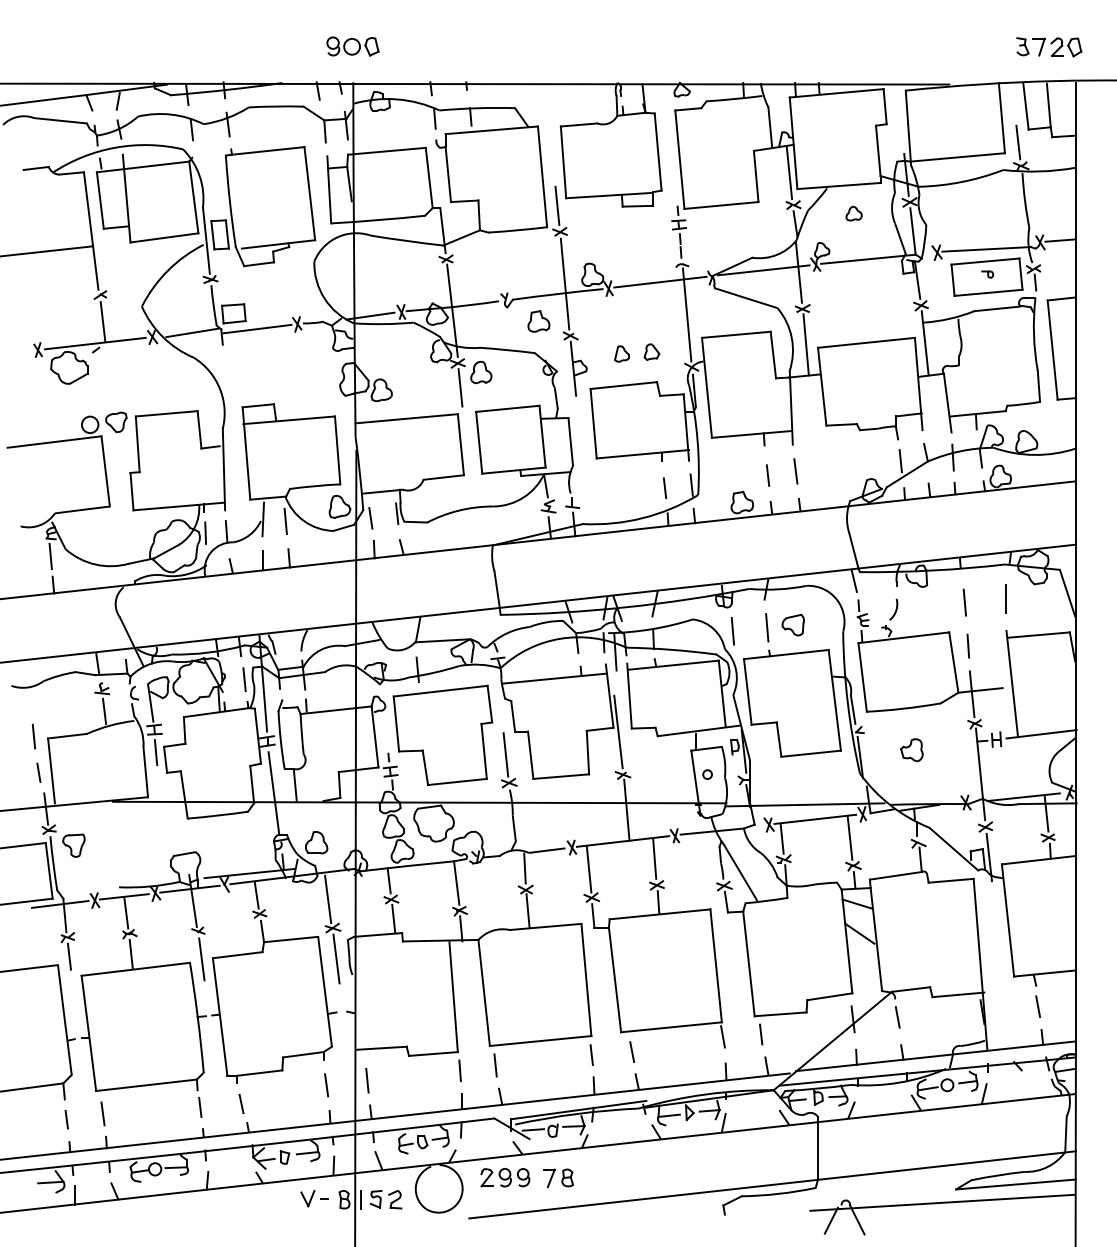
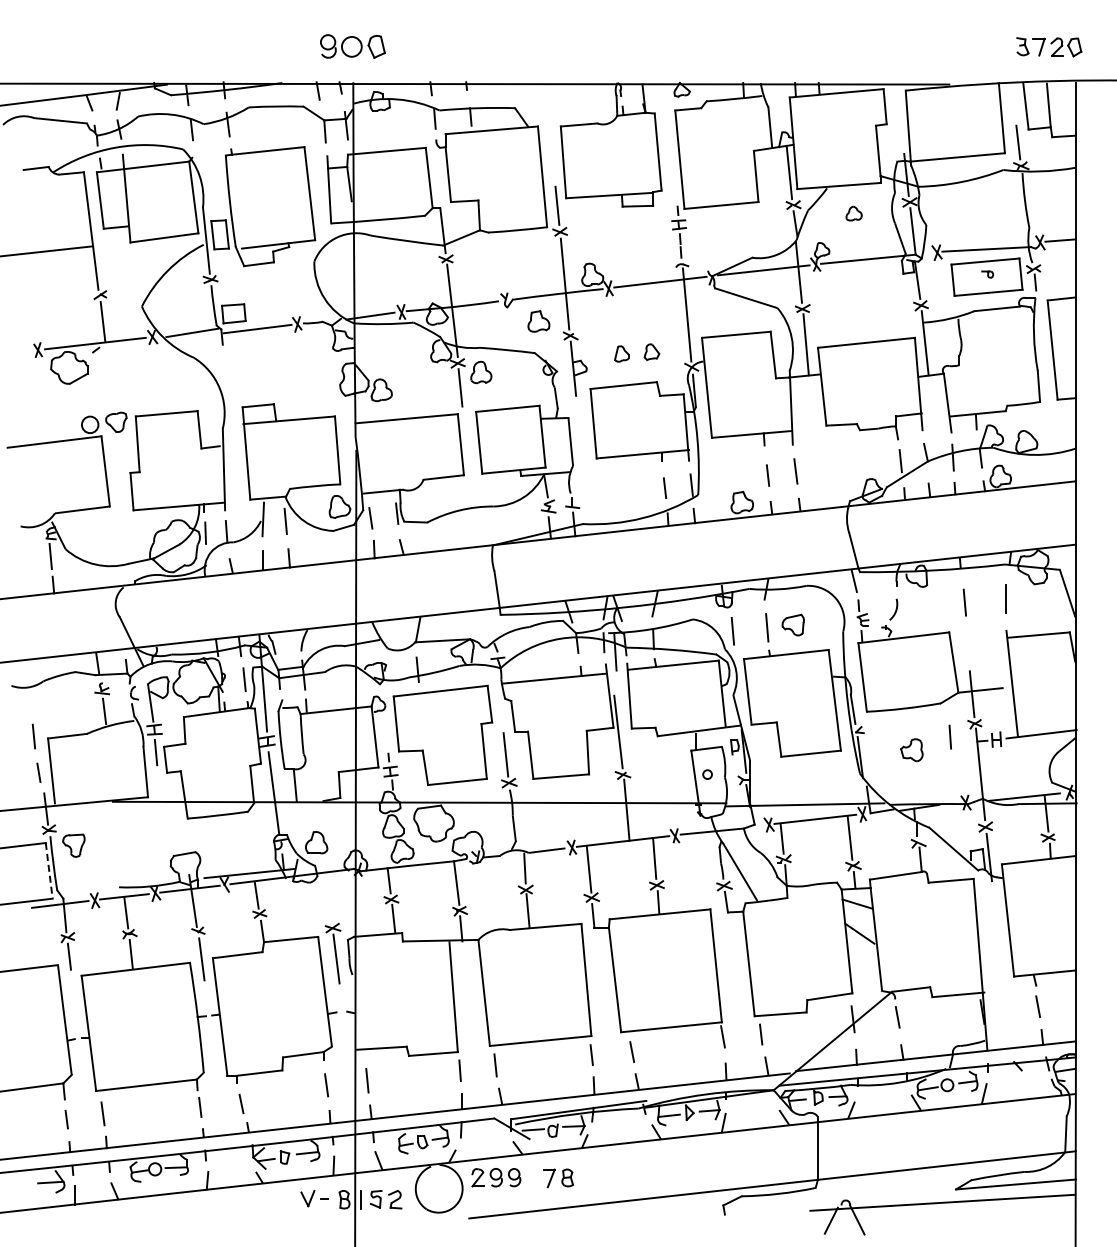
part at (352, 46) size: 54x21 px -> 66x25 px
line at (967, 645) position: (967, 645) -> (949, 736)
line at (49, 871): solid -> dashed
line at (328, 899): present -> none
part at (505, 1177) position: (505, 1177) -> (496, 1177)
